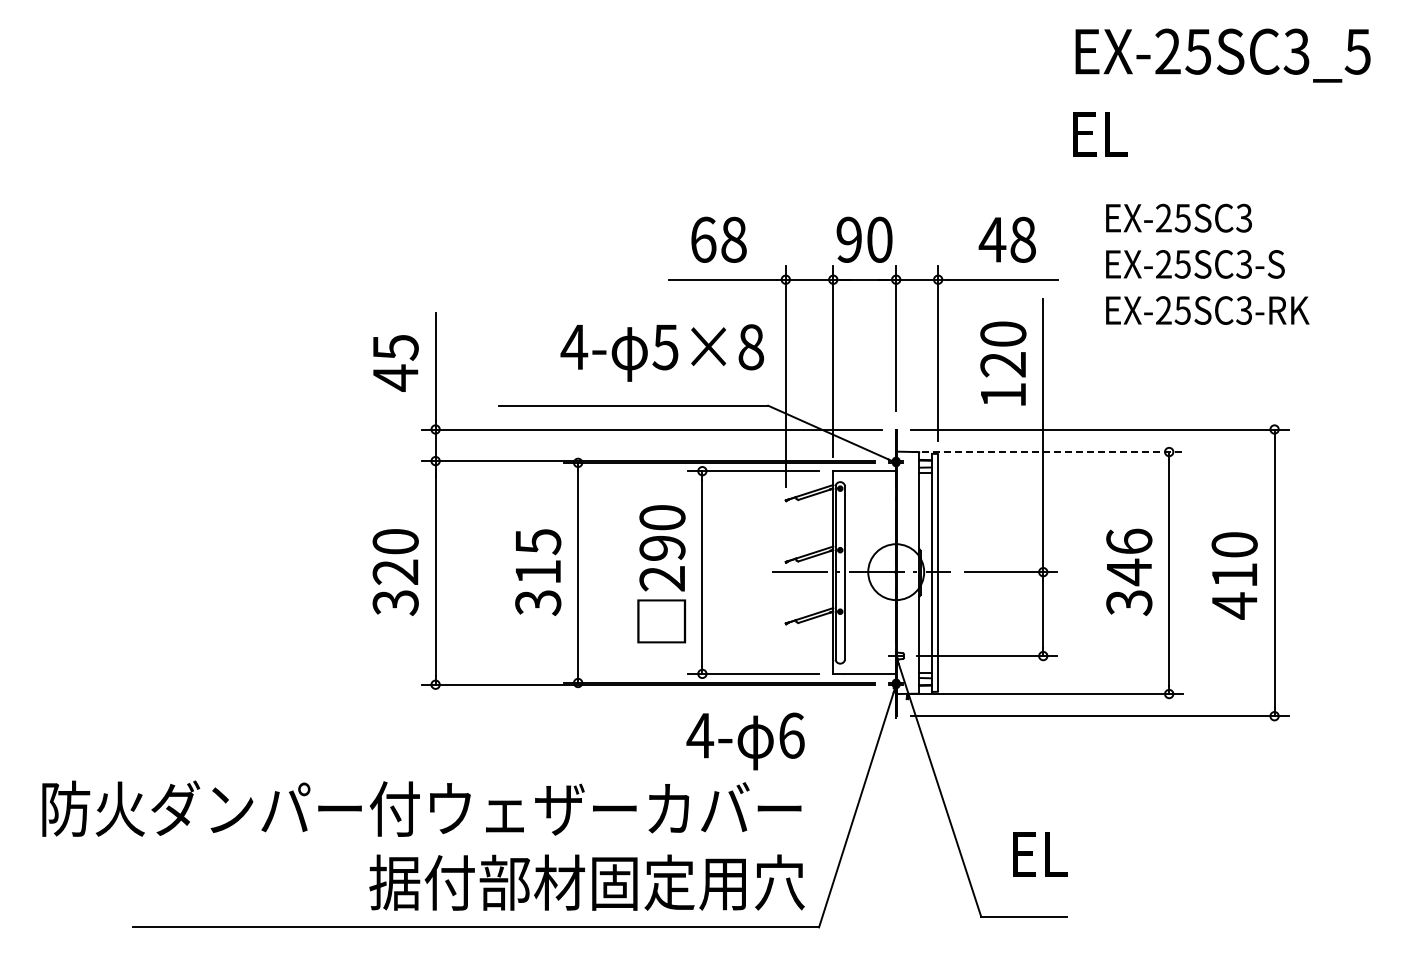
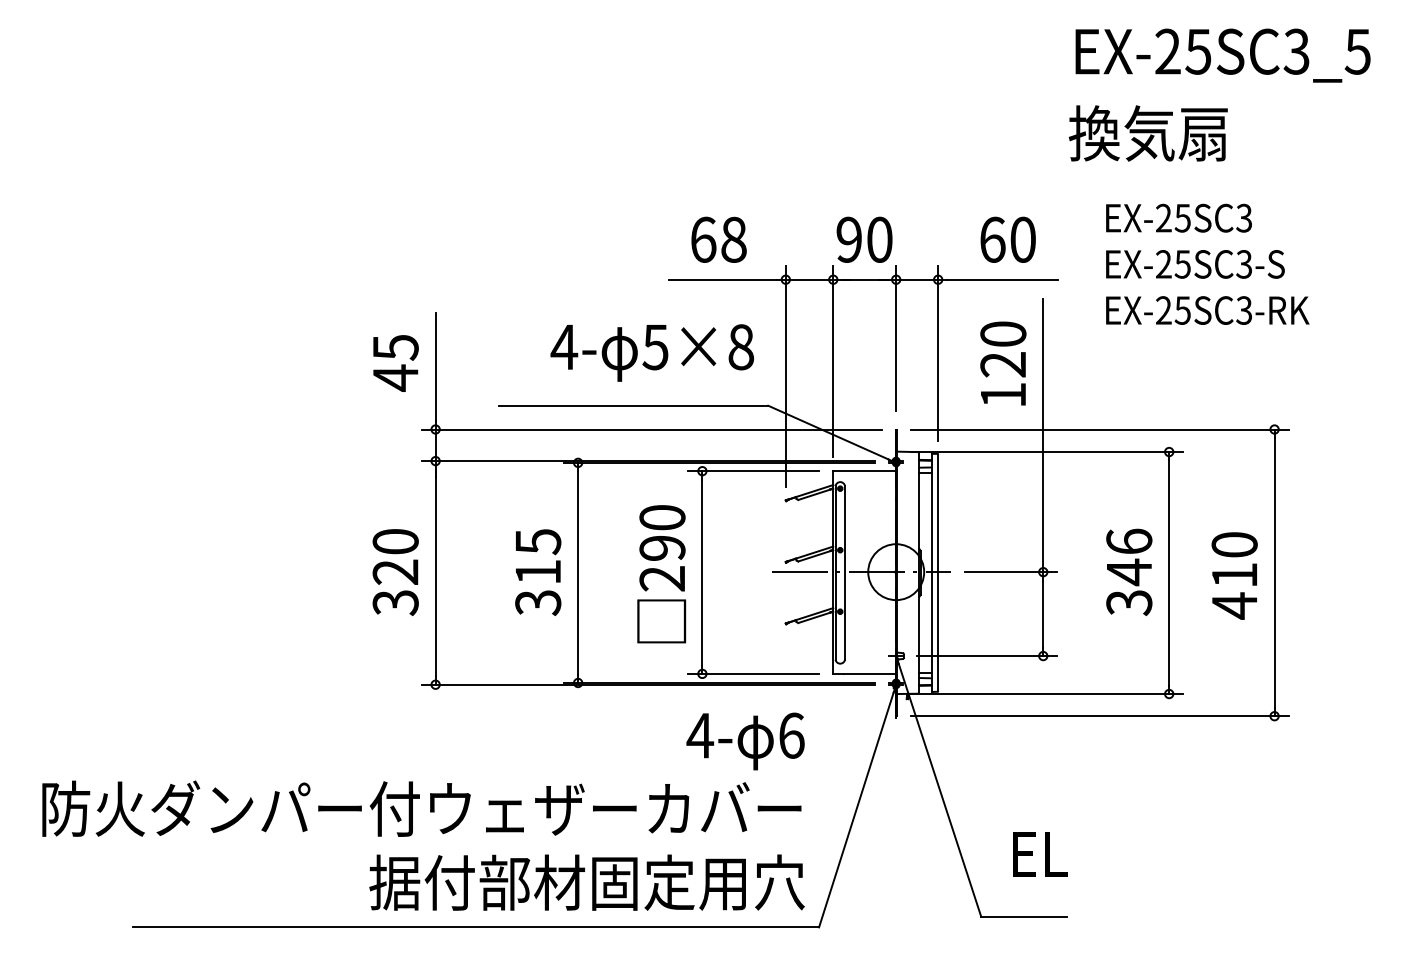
text at (1147, 133): EL -> 換気扇
text at (1006, 239): 48 -> 60
text at (661, 352) position: (661, 352) -> (651, 352)
line at (1047, 452): dashed -> solid
